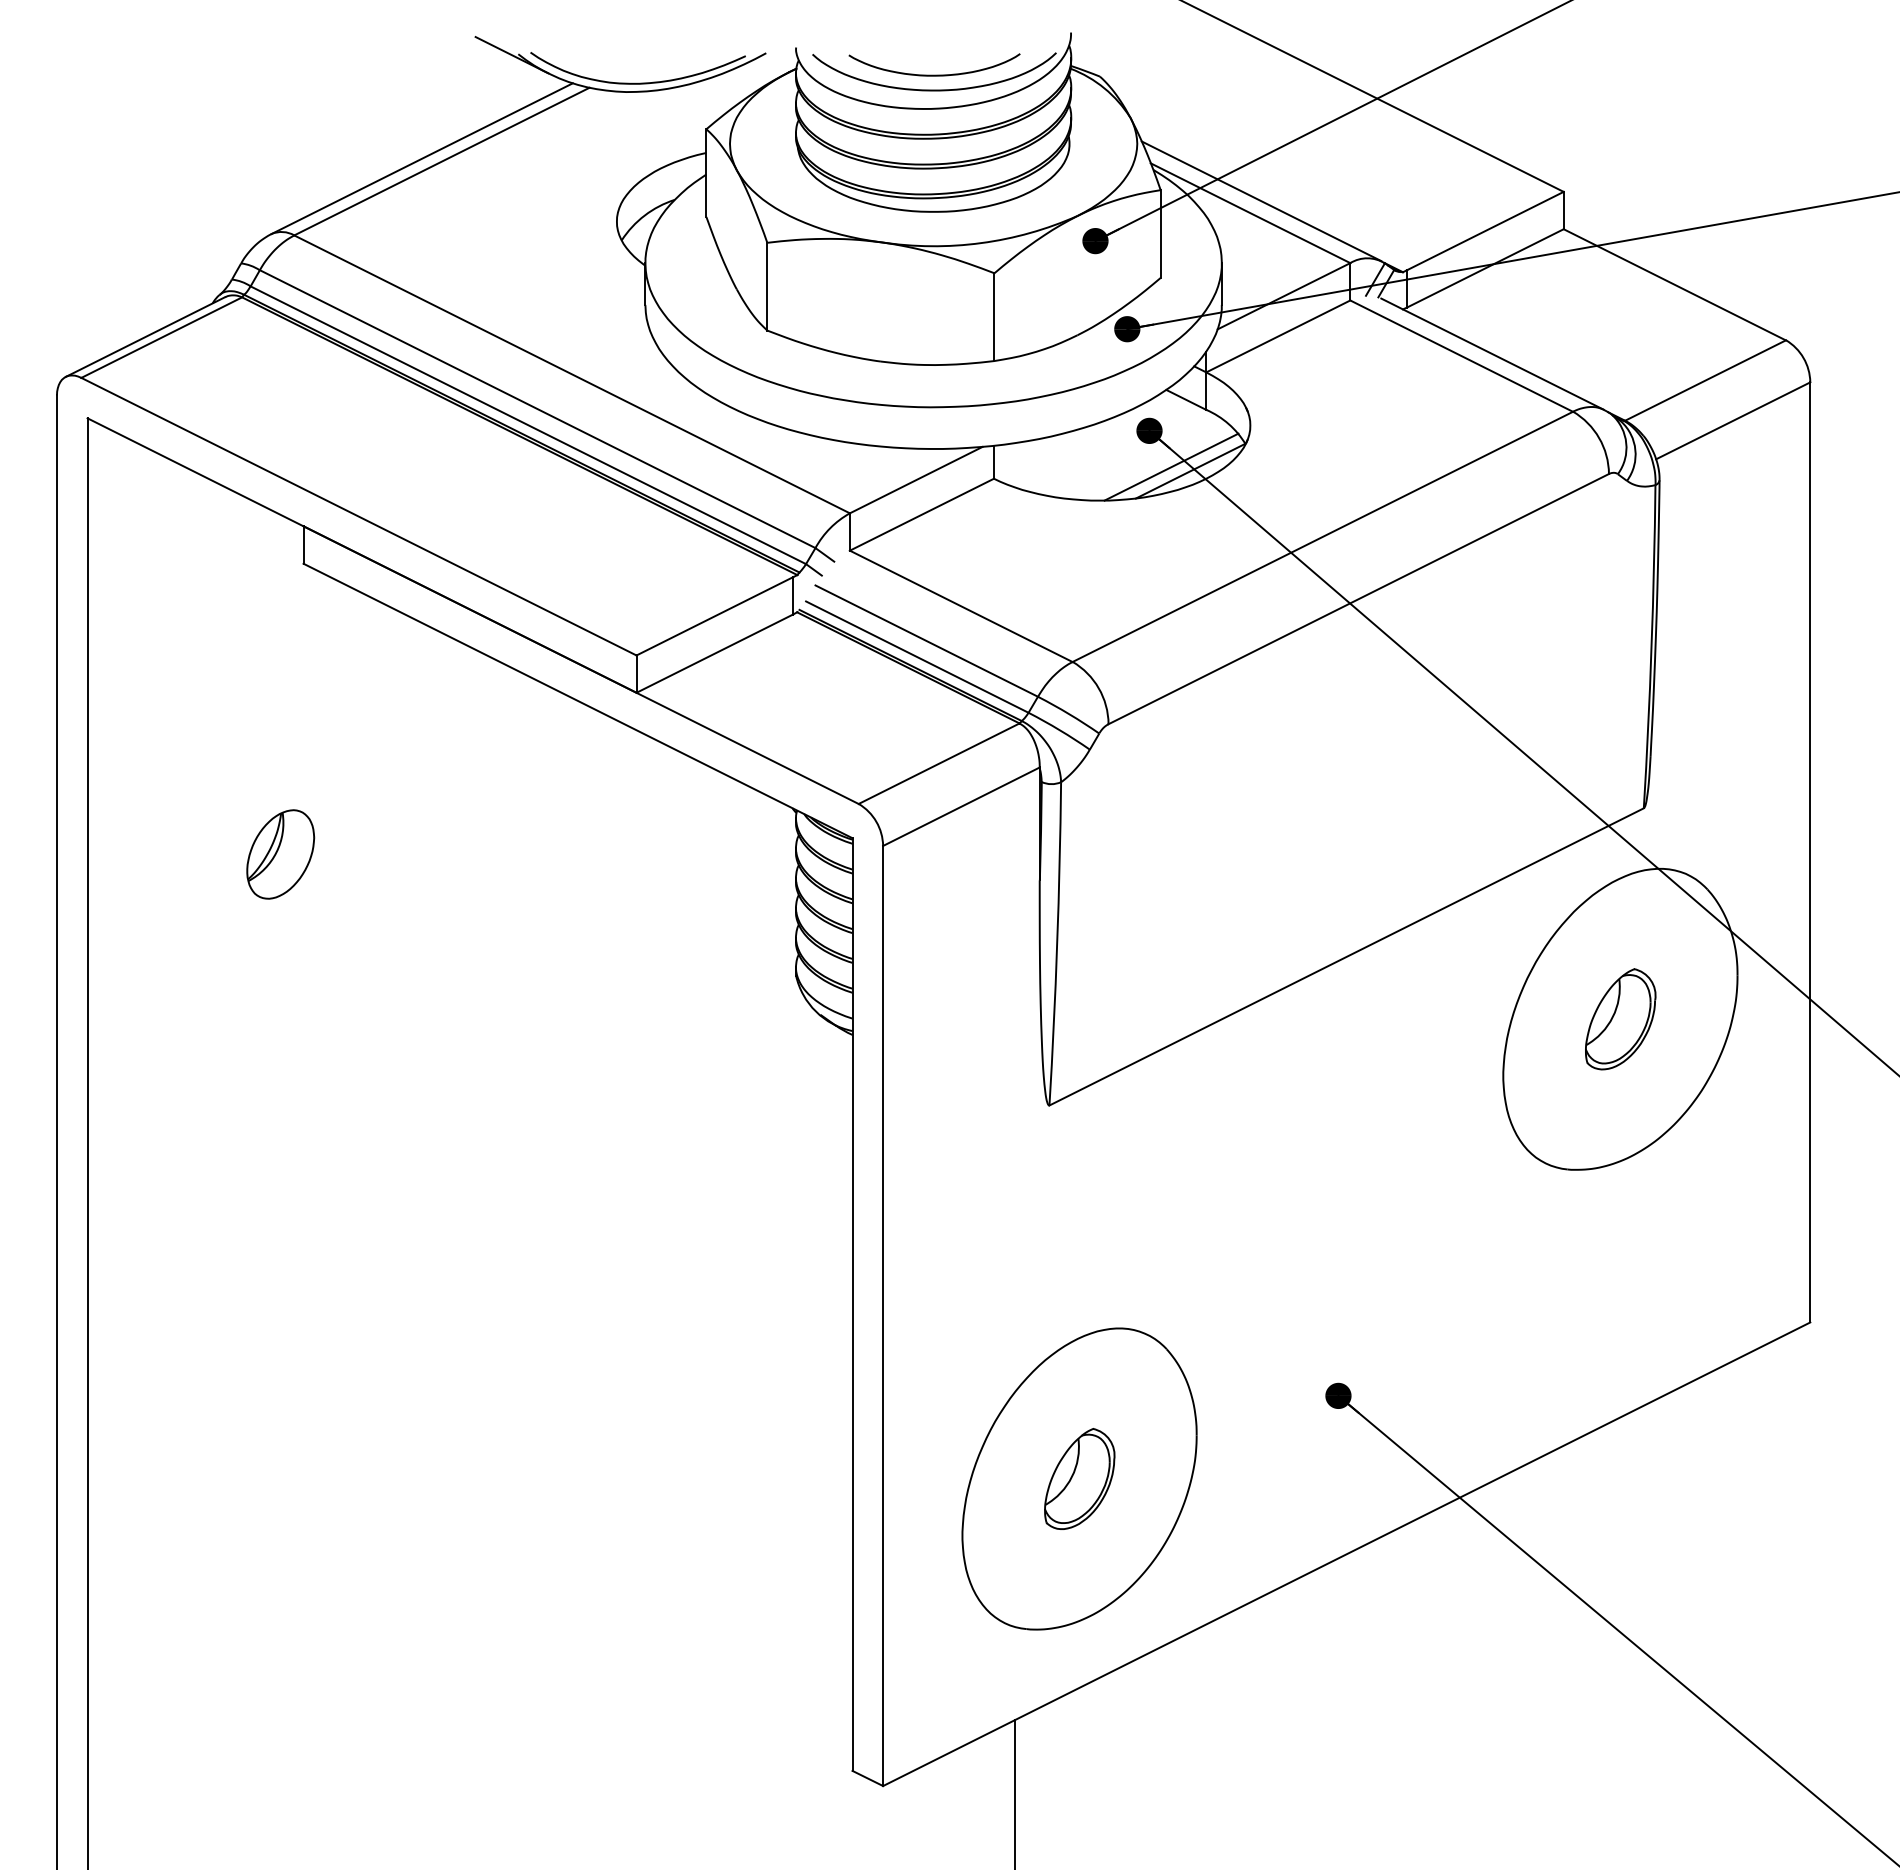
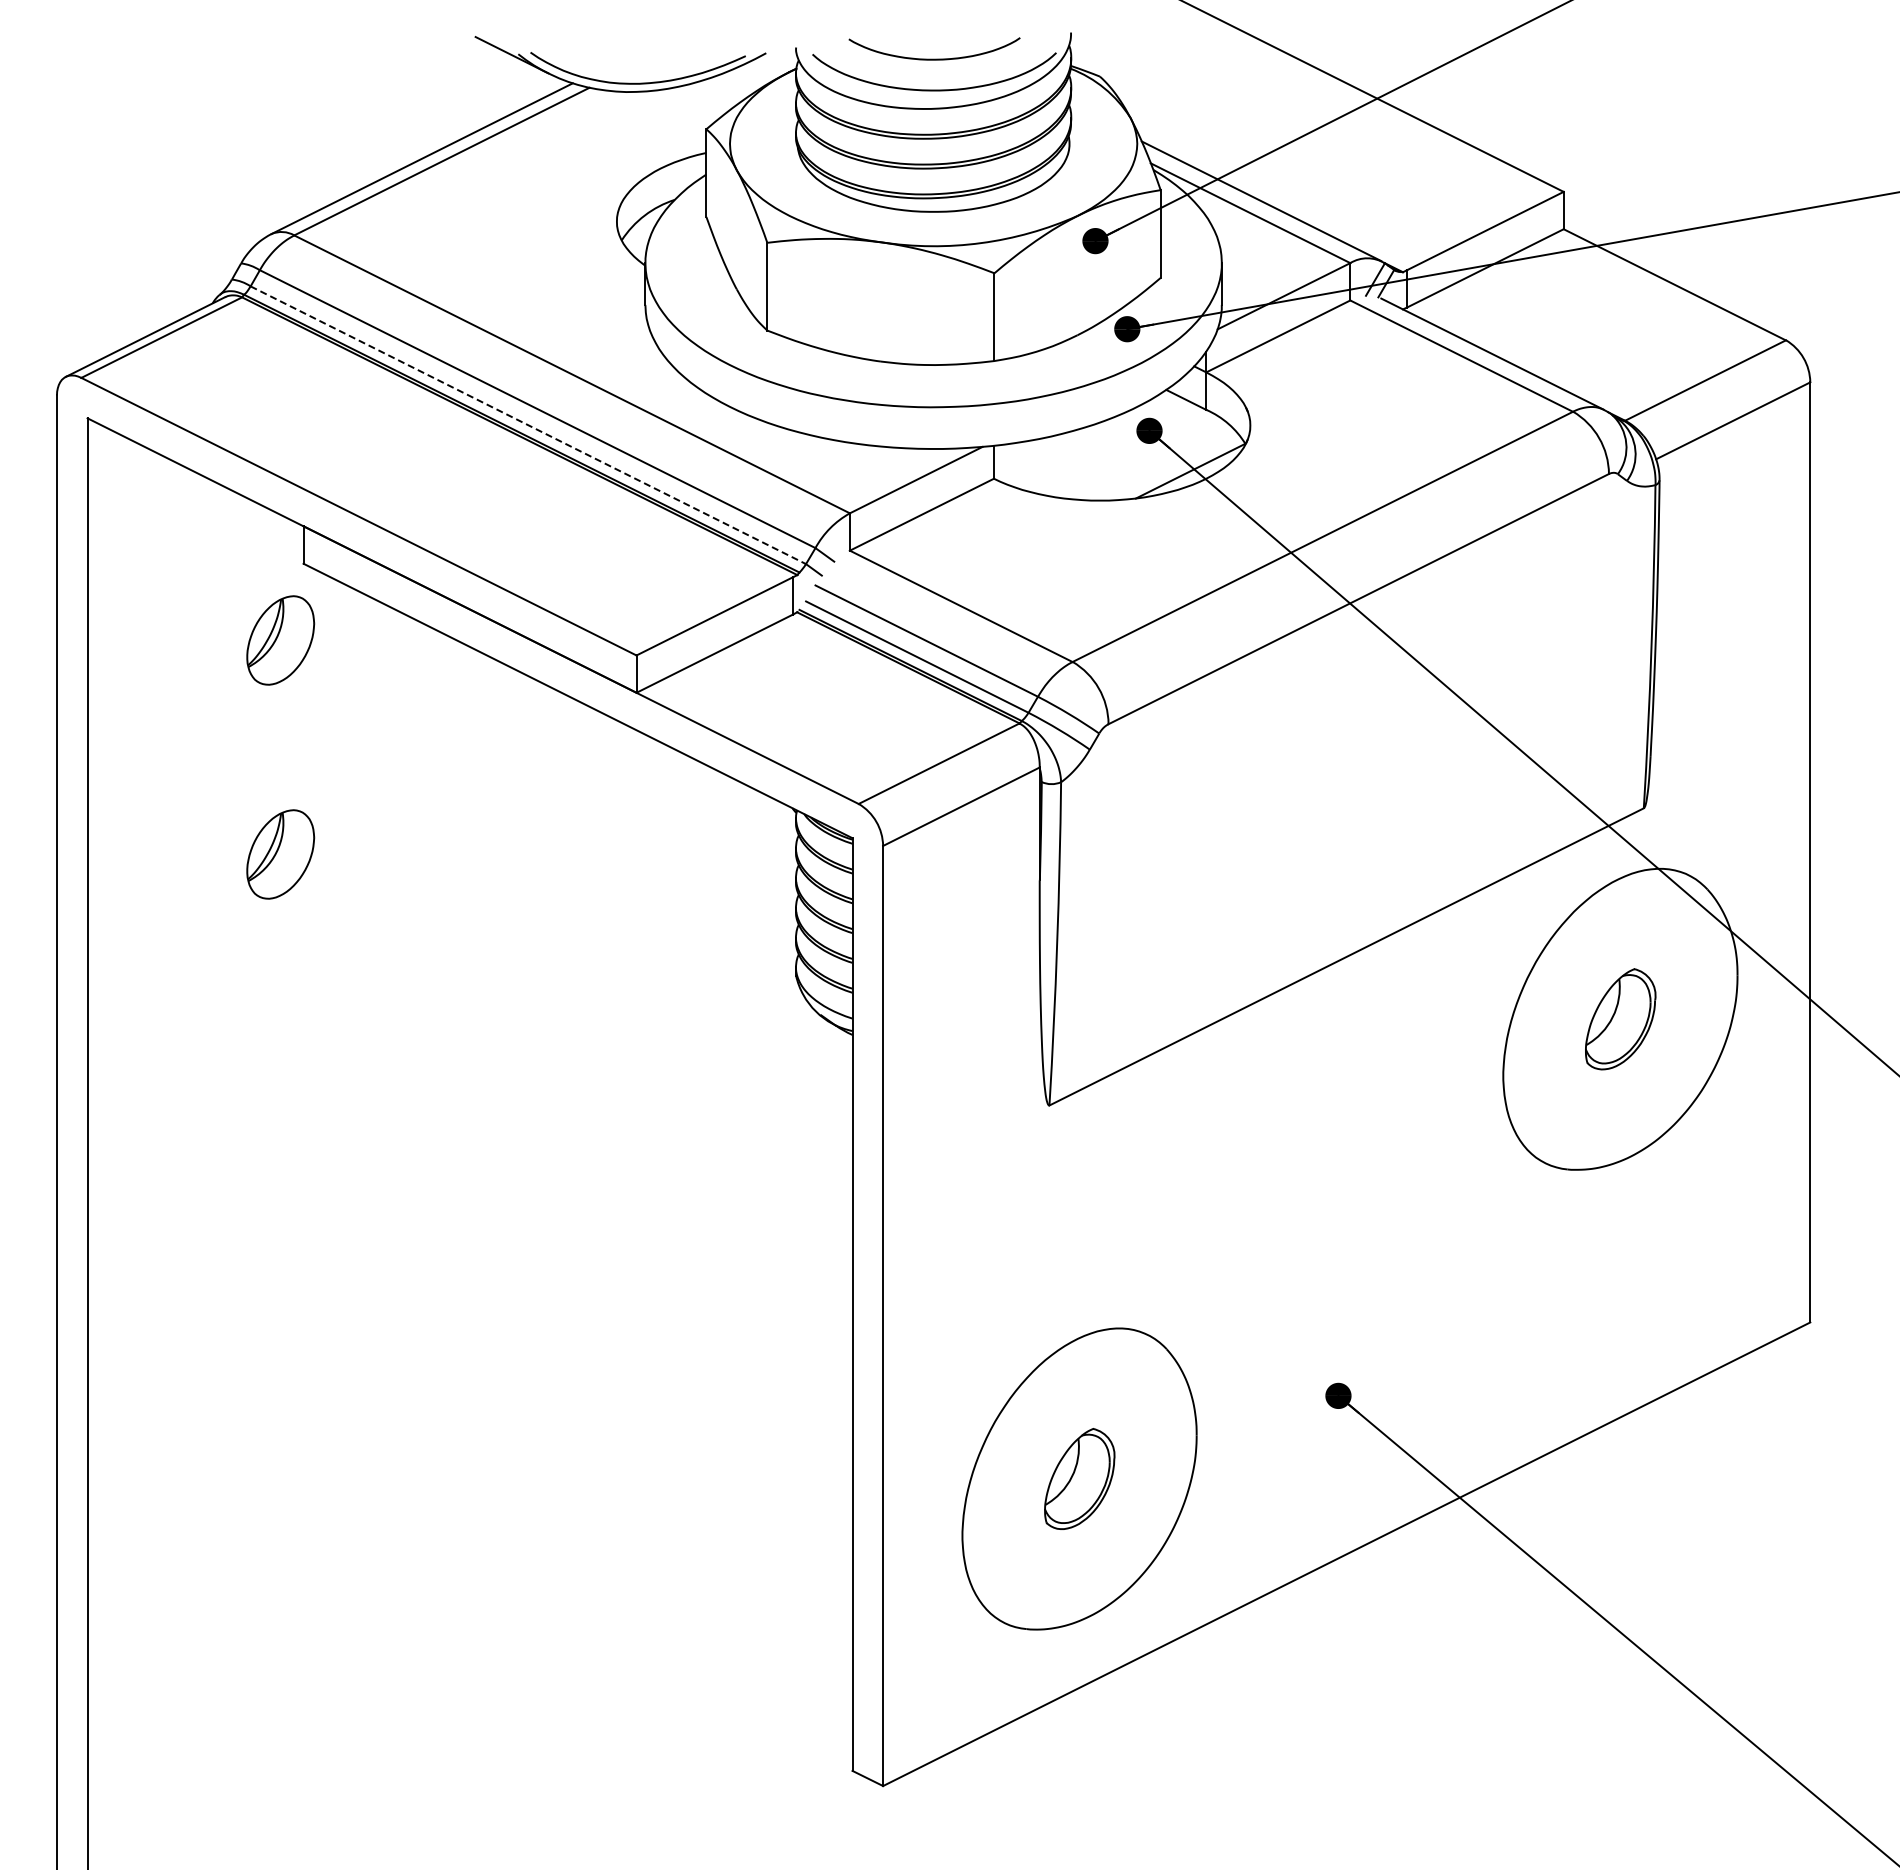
curve at (934, 74) position: (934, 74) -> (934, 58)
line at (528, 425): solid -> dashed
line at (1171, 466): present -> none
part at (280, 640): none -> present
line at (1014, 1793): present -> none
